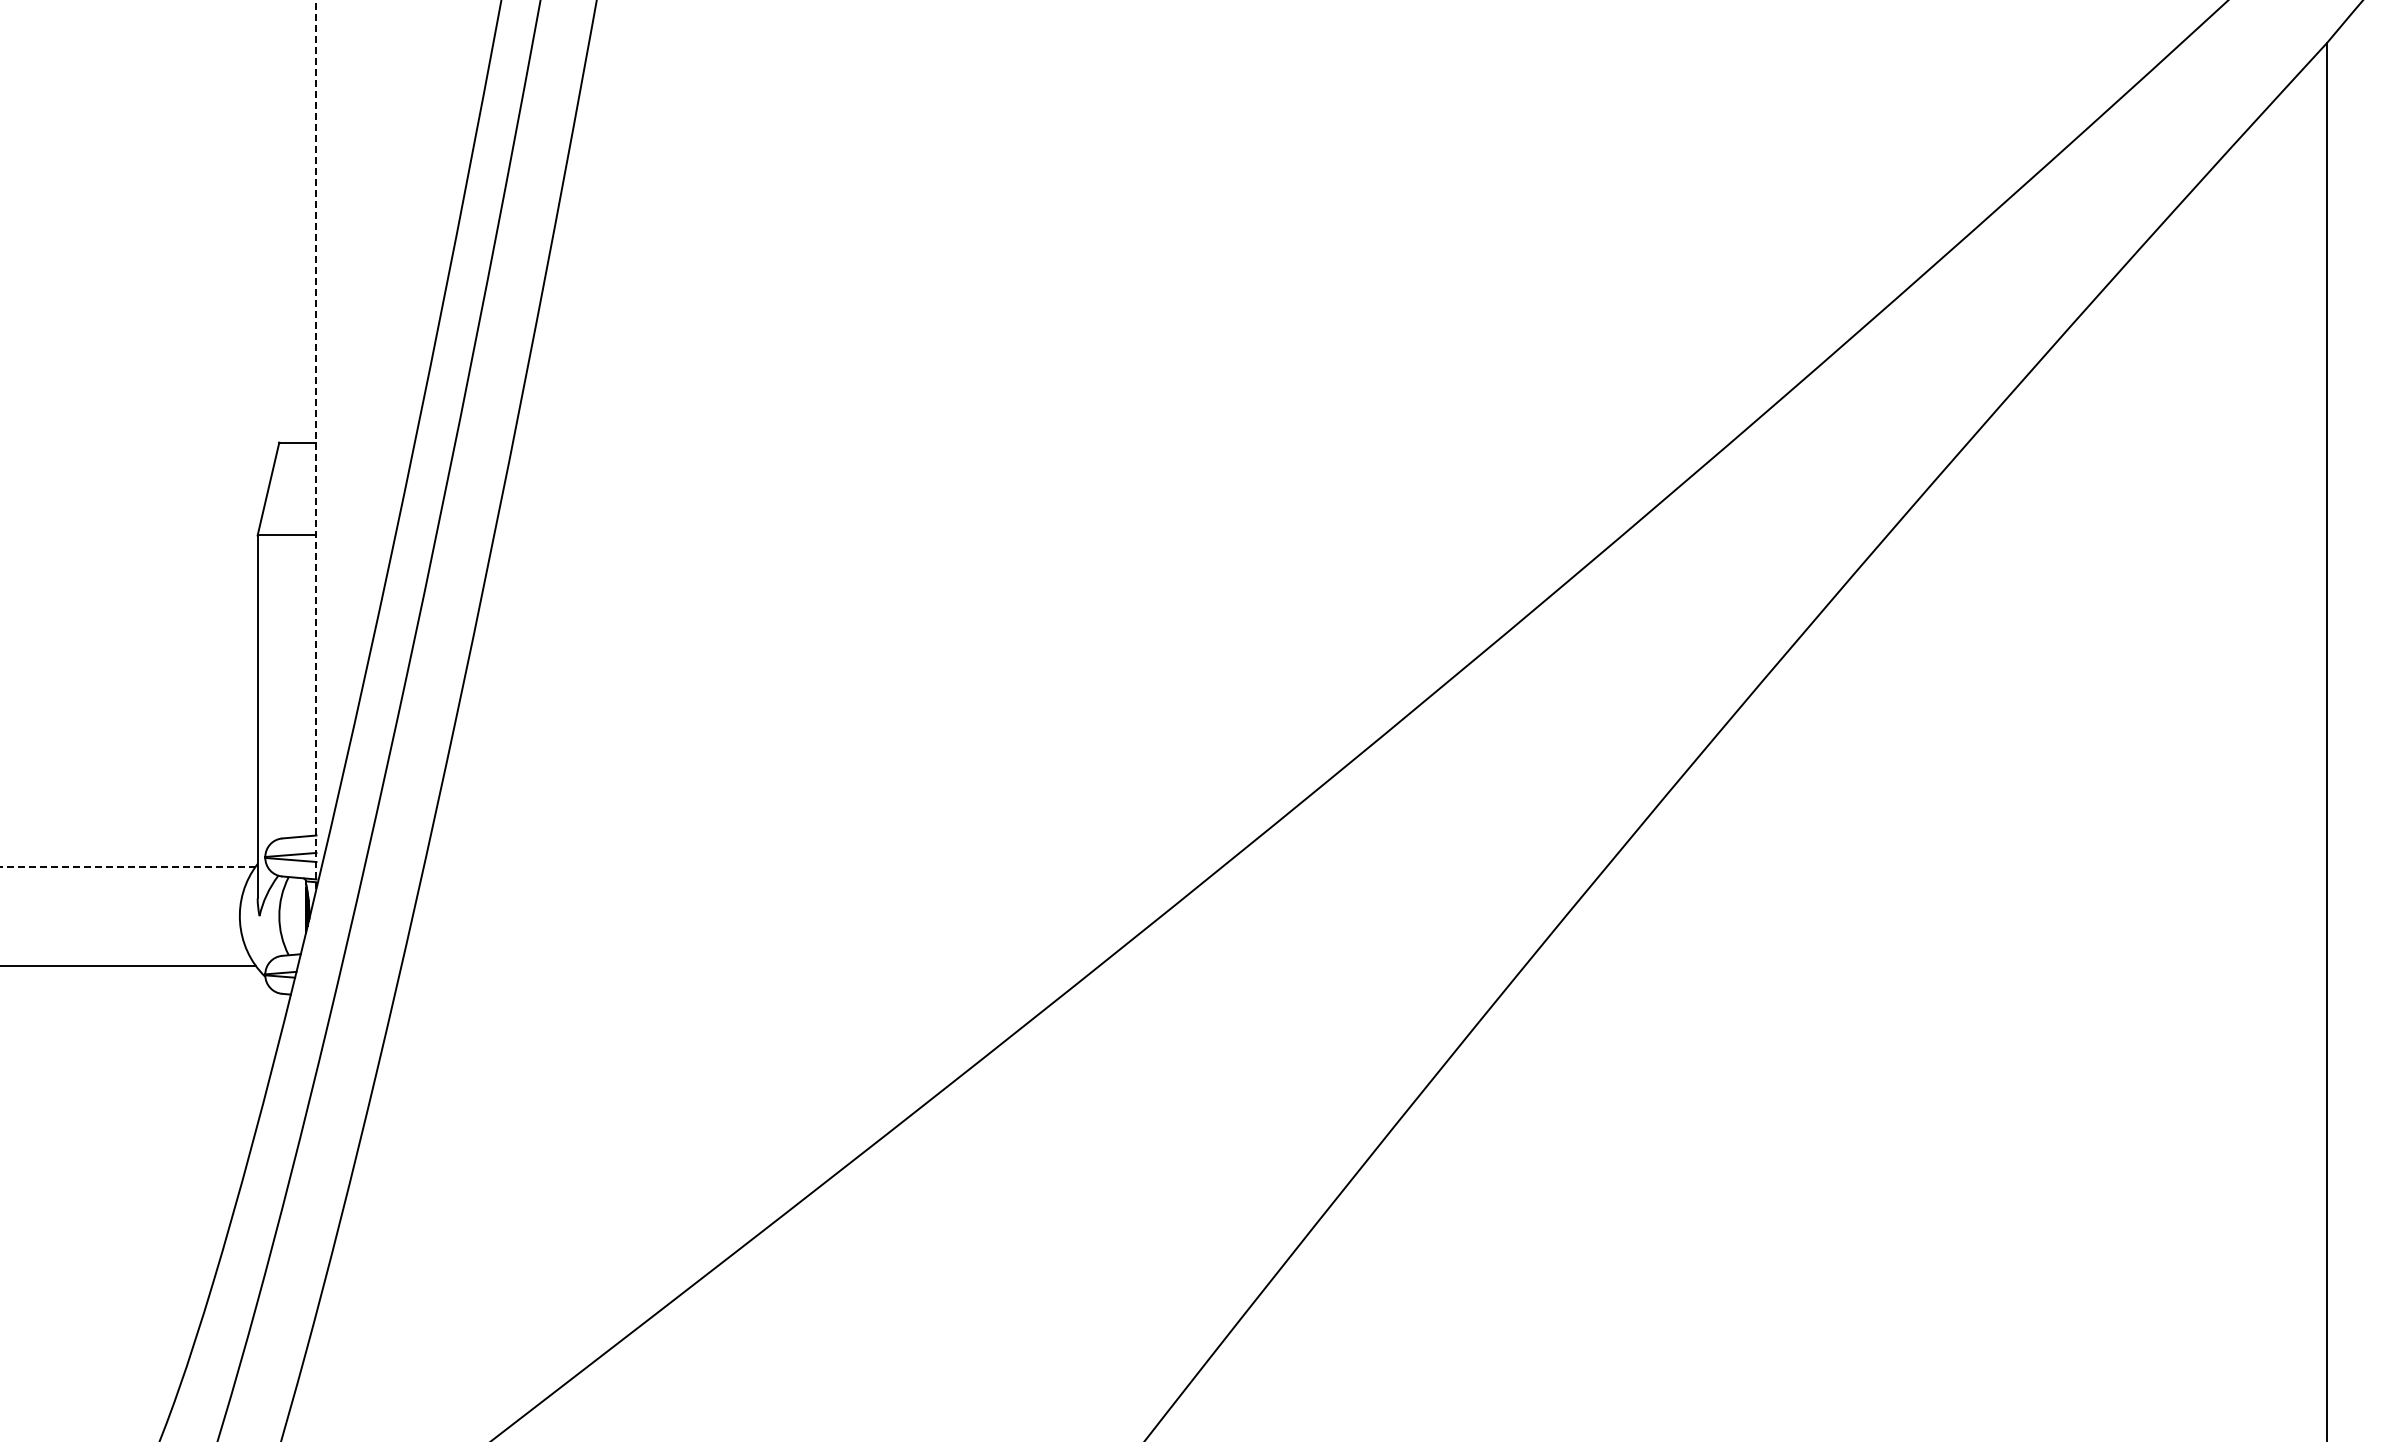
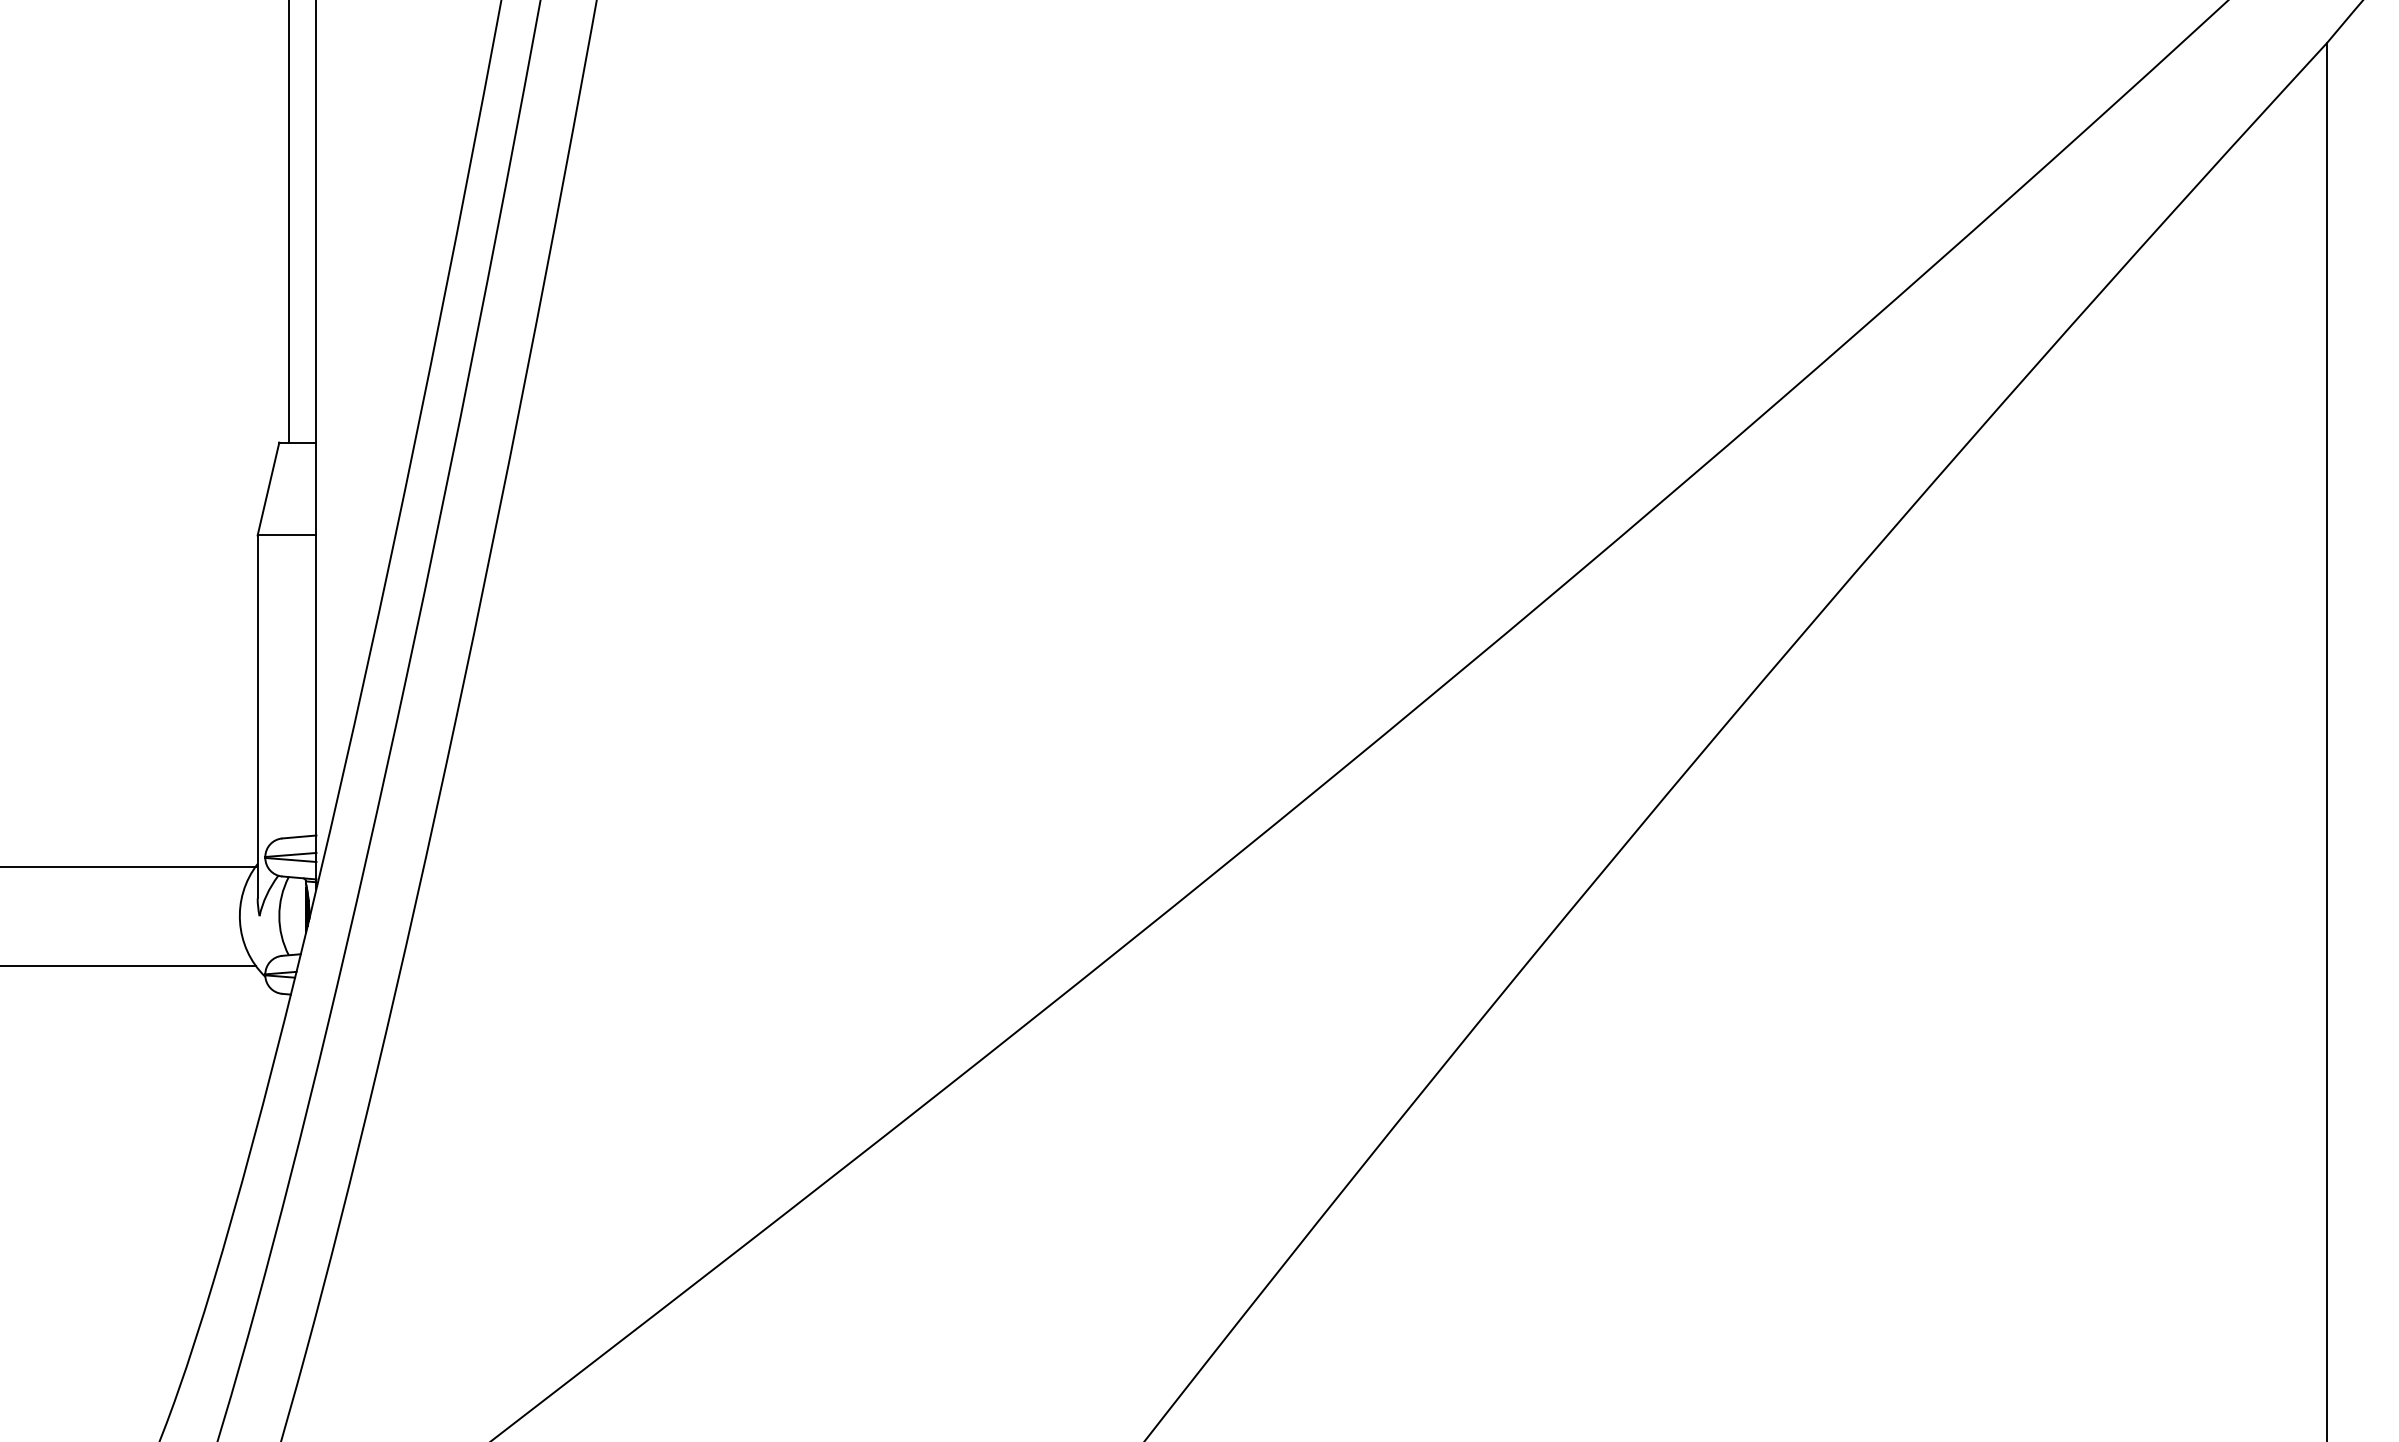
line at (288, 222): none -> present
line at (316, 445): dashed -> solid
line at (127, 866): dashed -> solid
